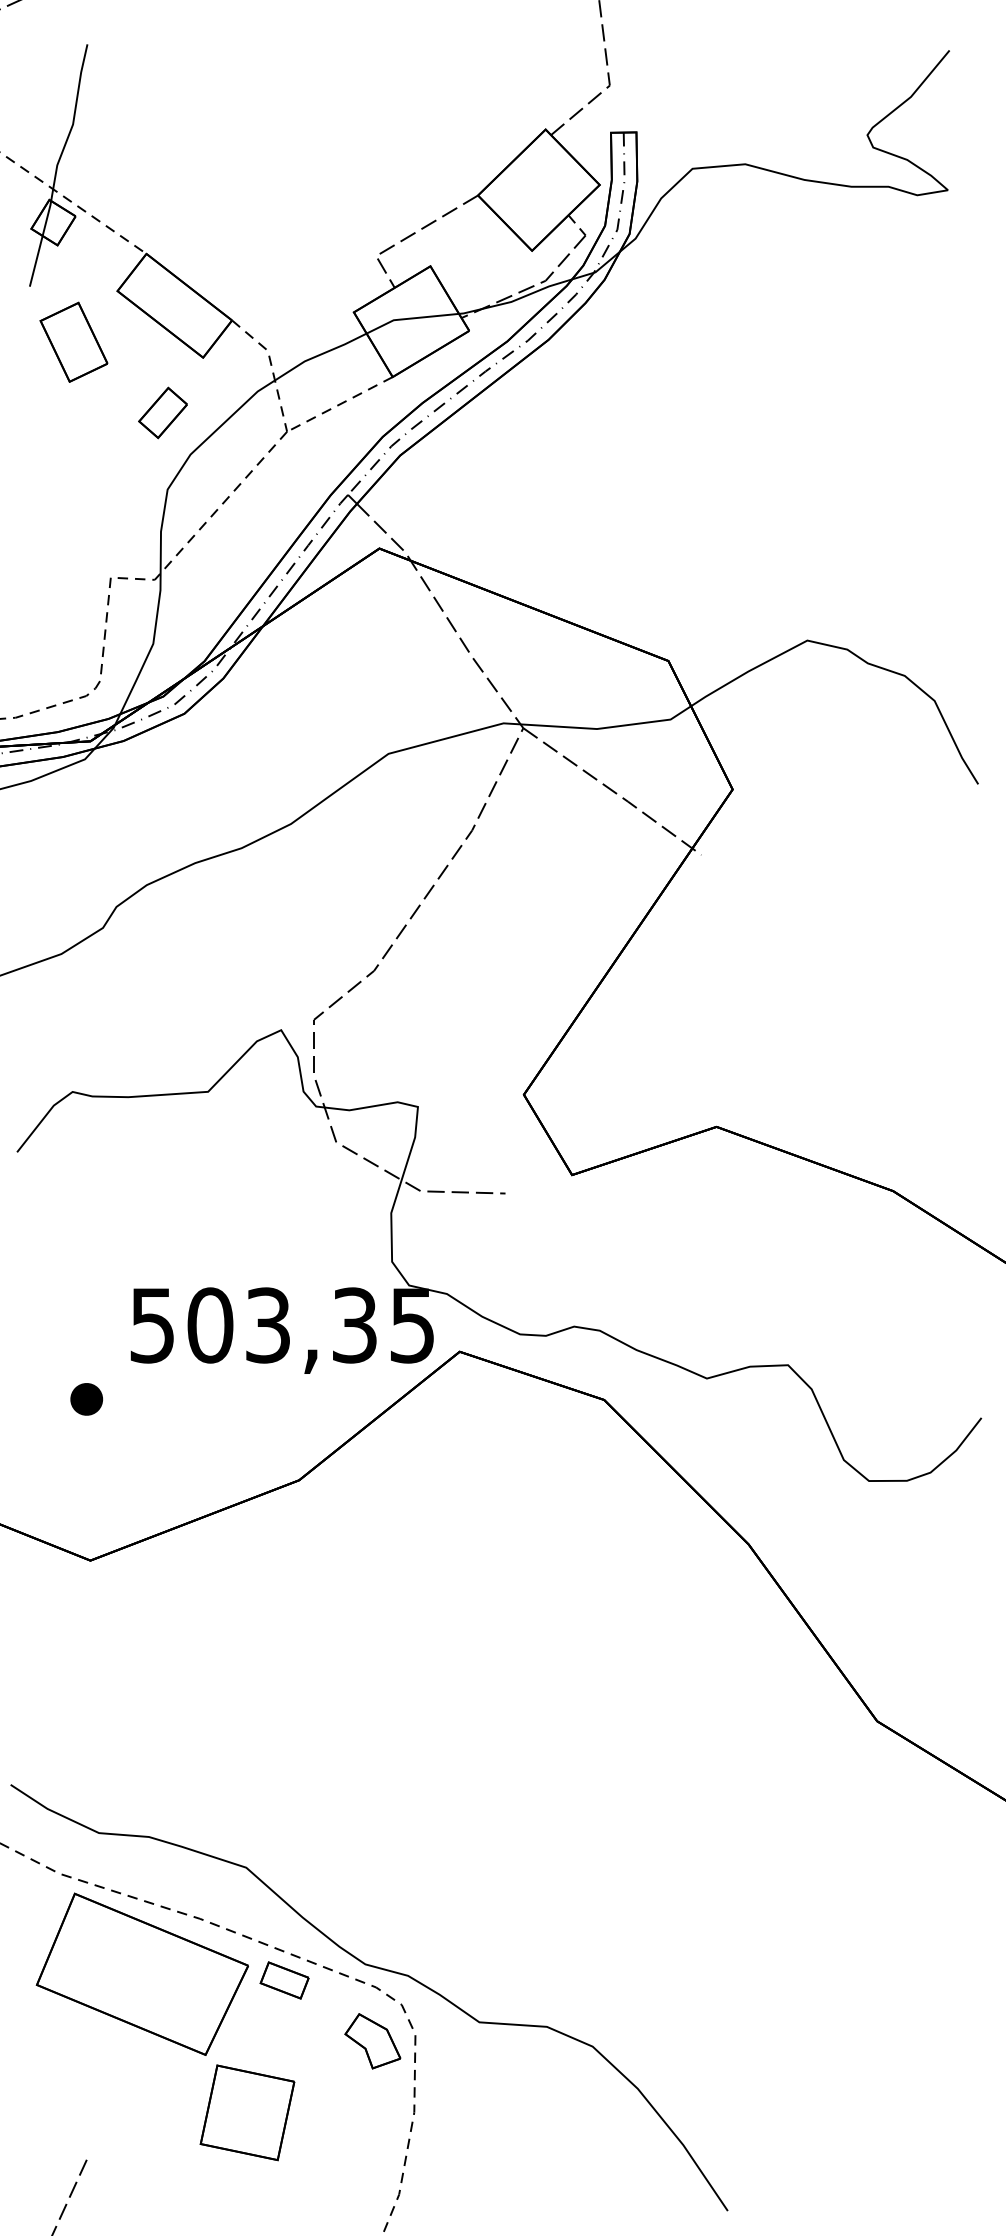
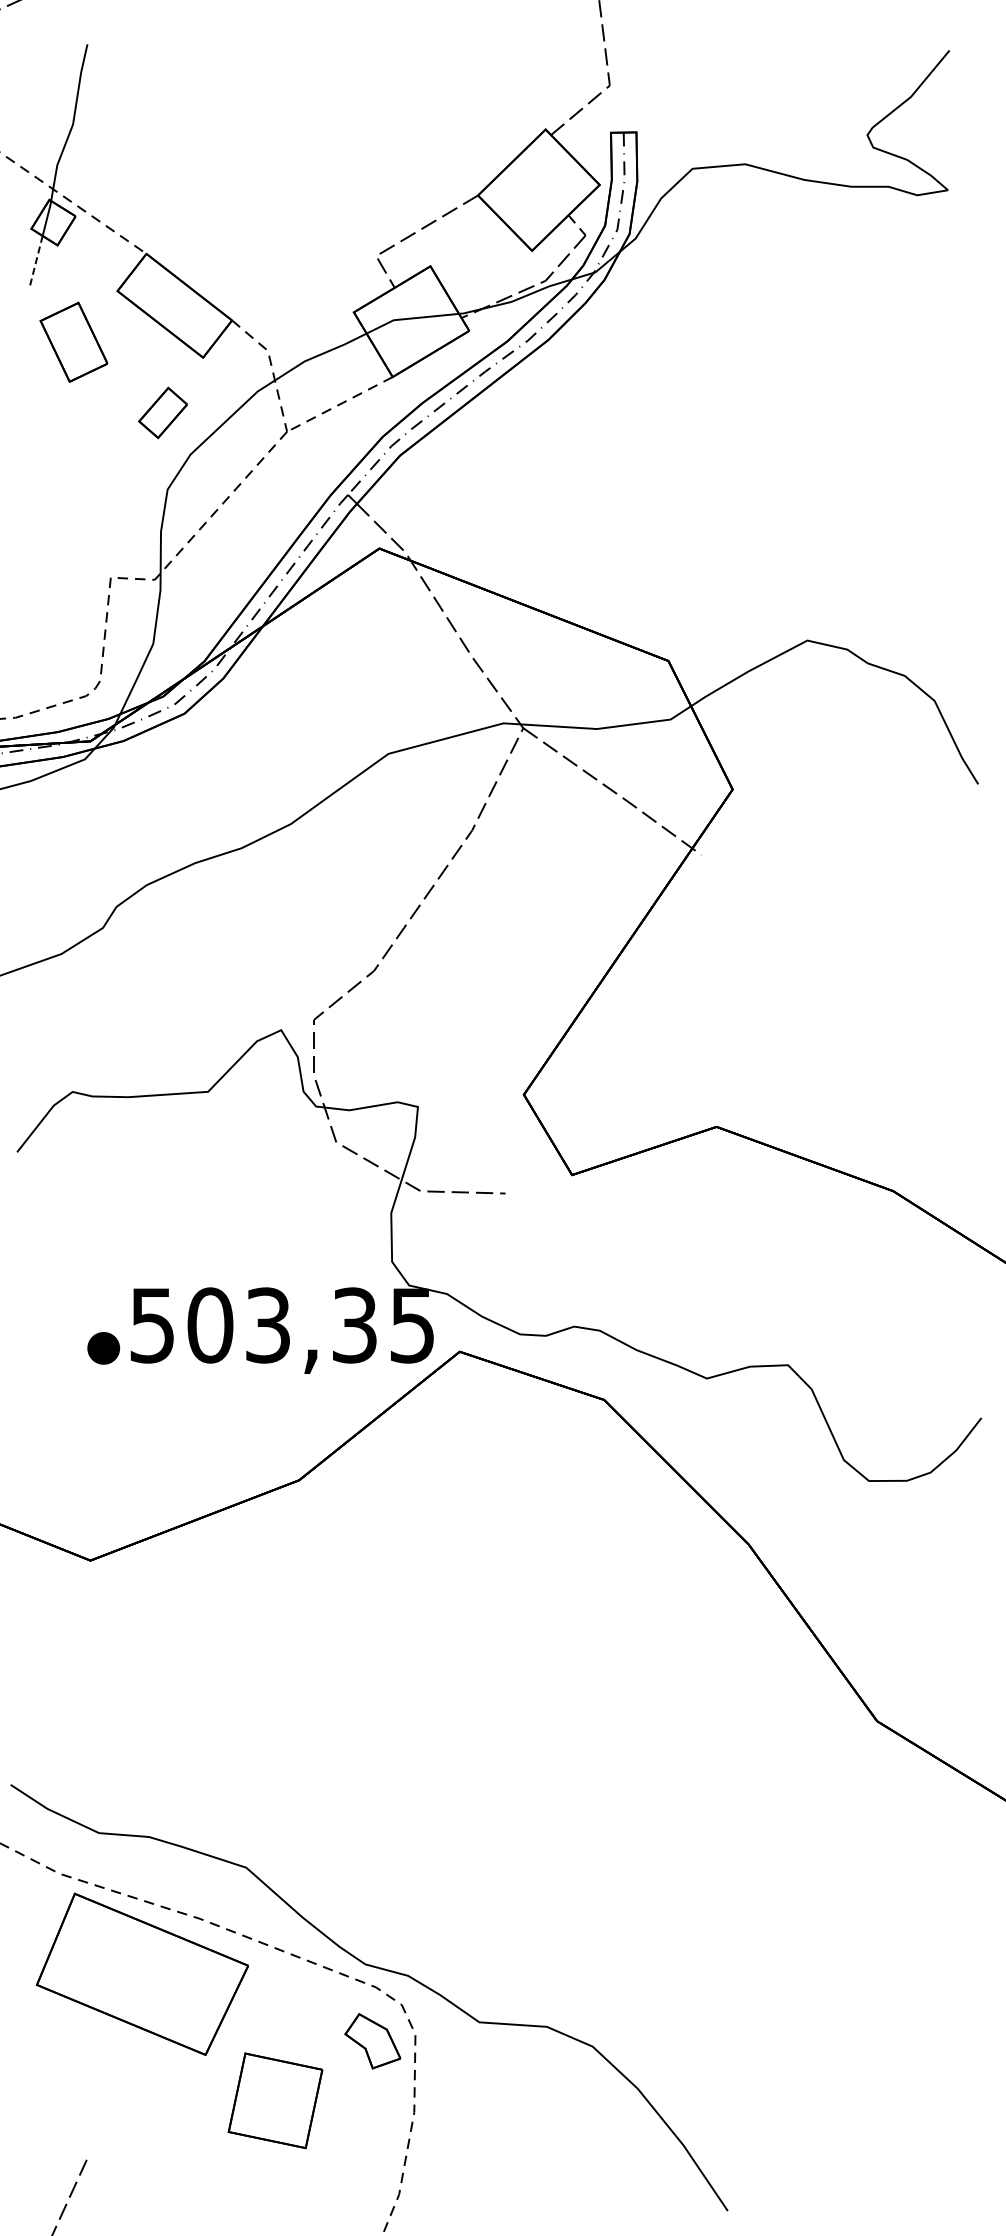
line at (36, 261): solid -> dashed
part at (86, 1399) position: (86, 1399) -> (103, 1348)
part at (284, 1980): present -> none
part at (247, 2112) position: (247, 2112) -> (275, 2100)
